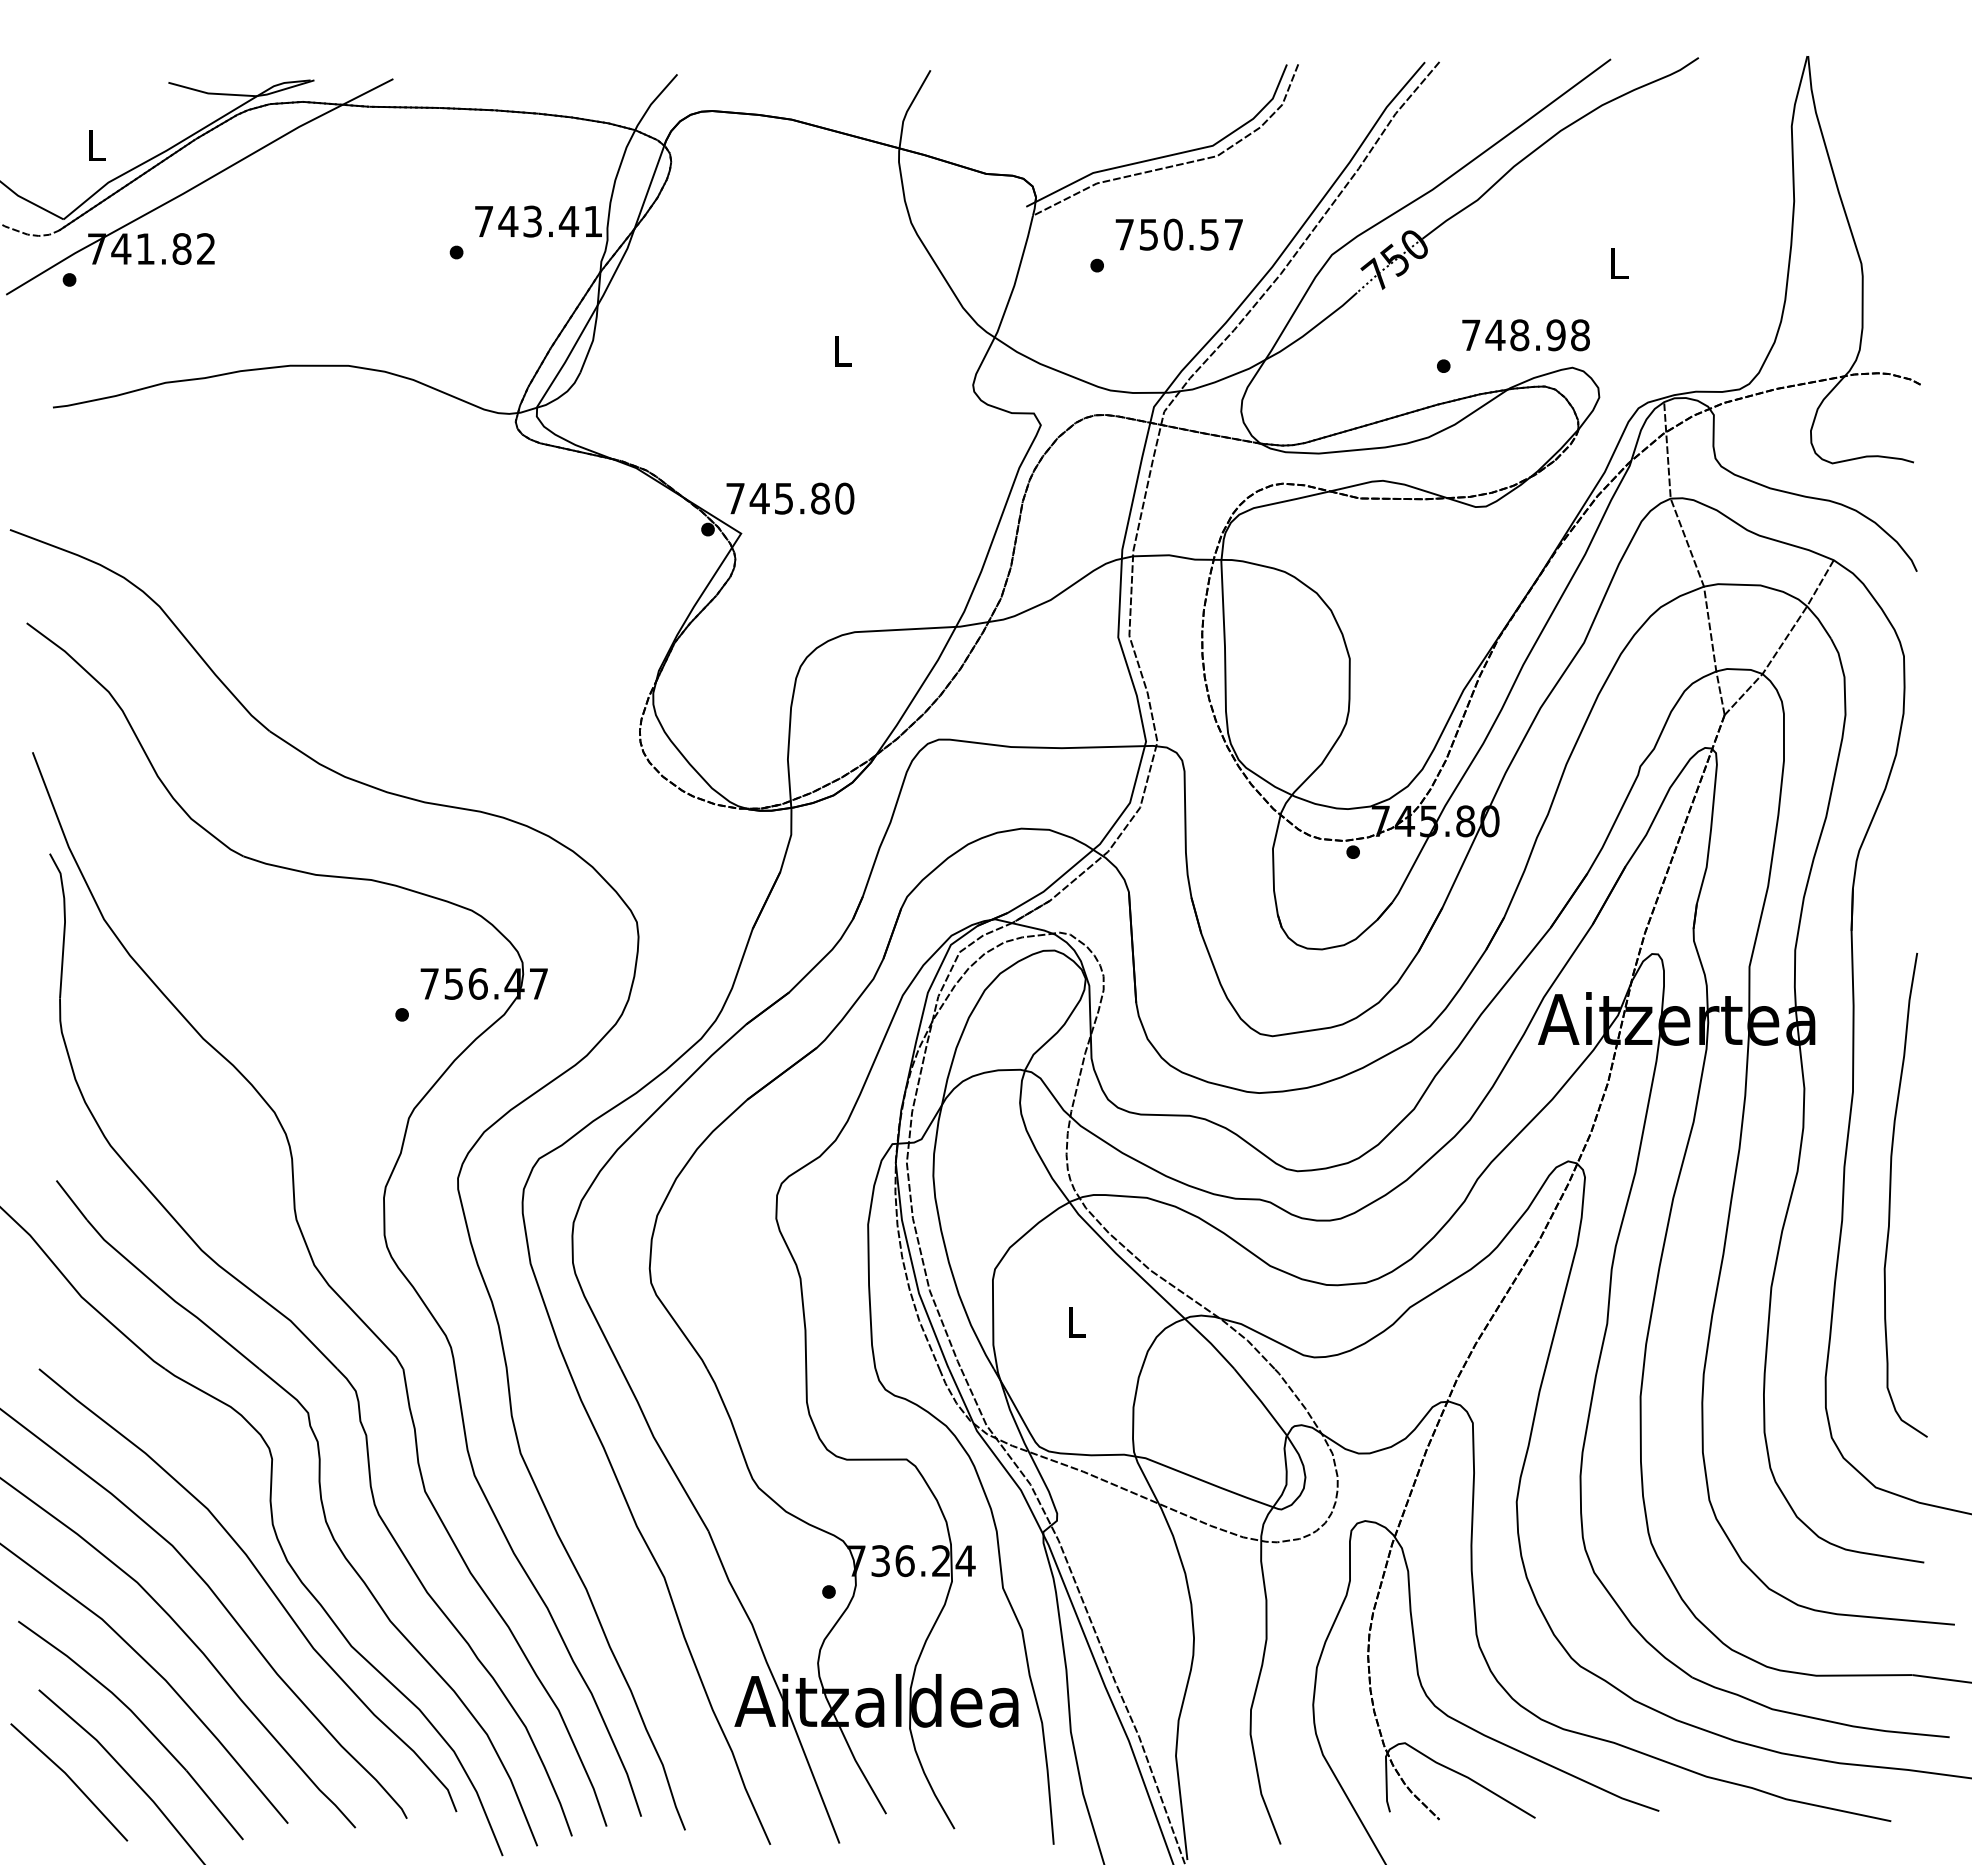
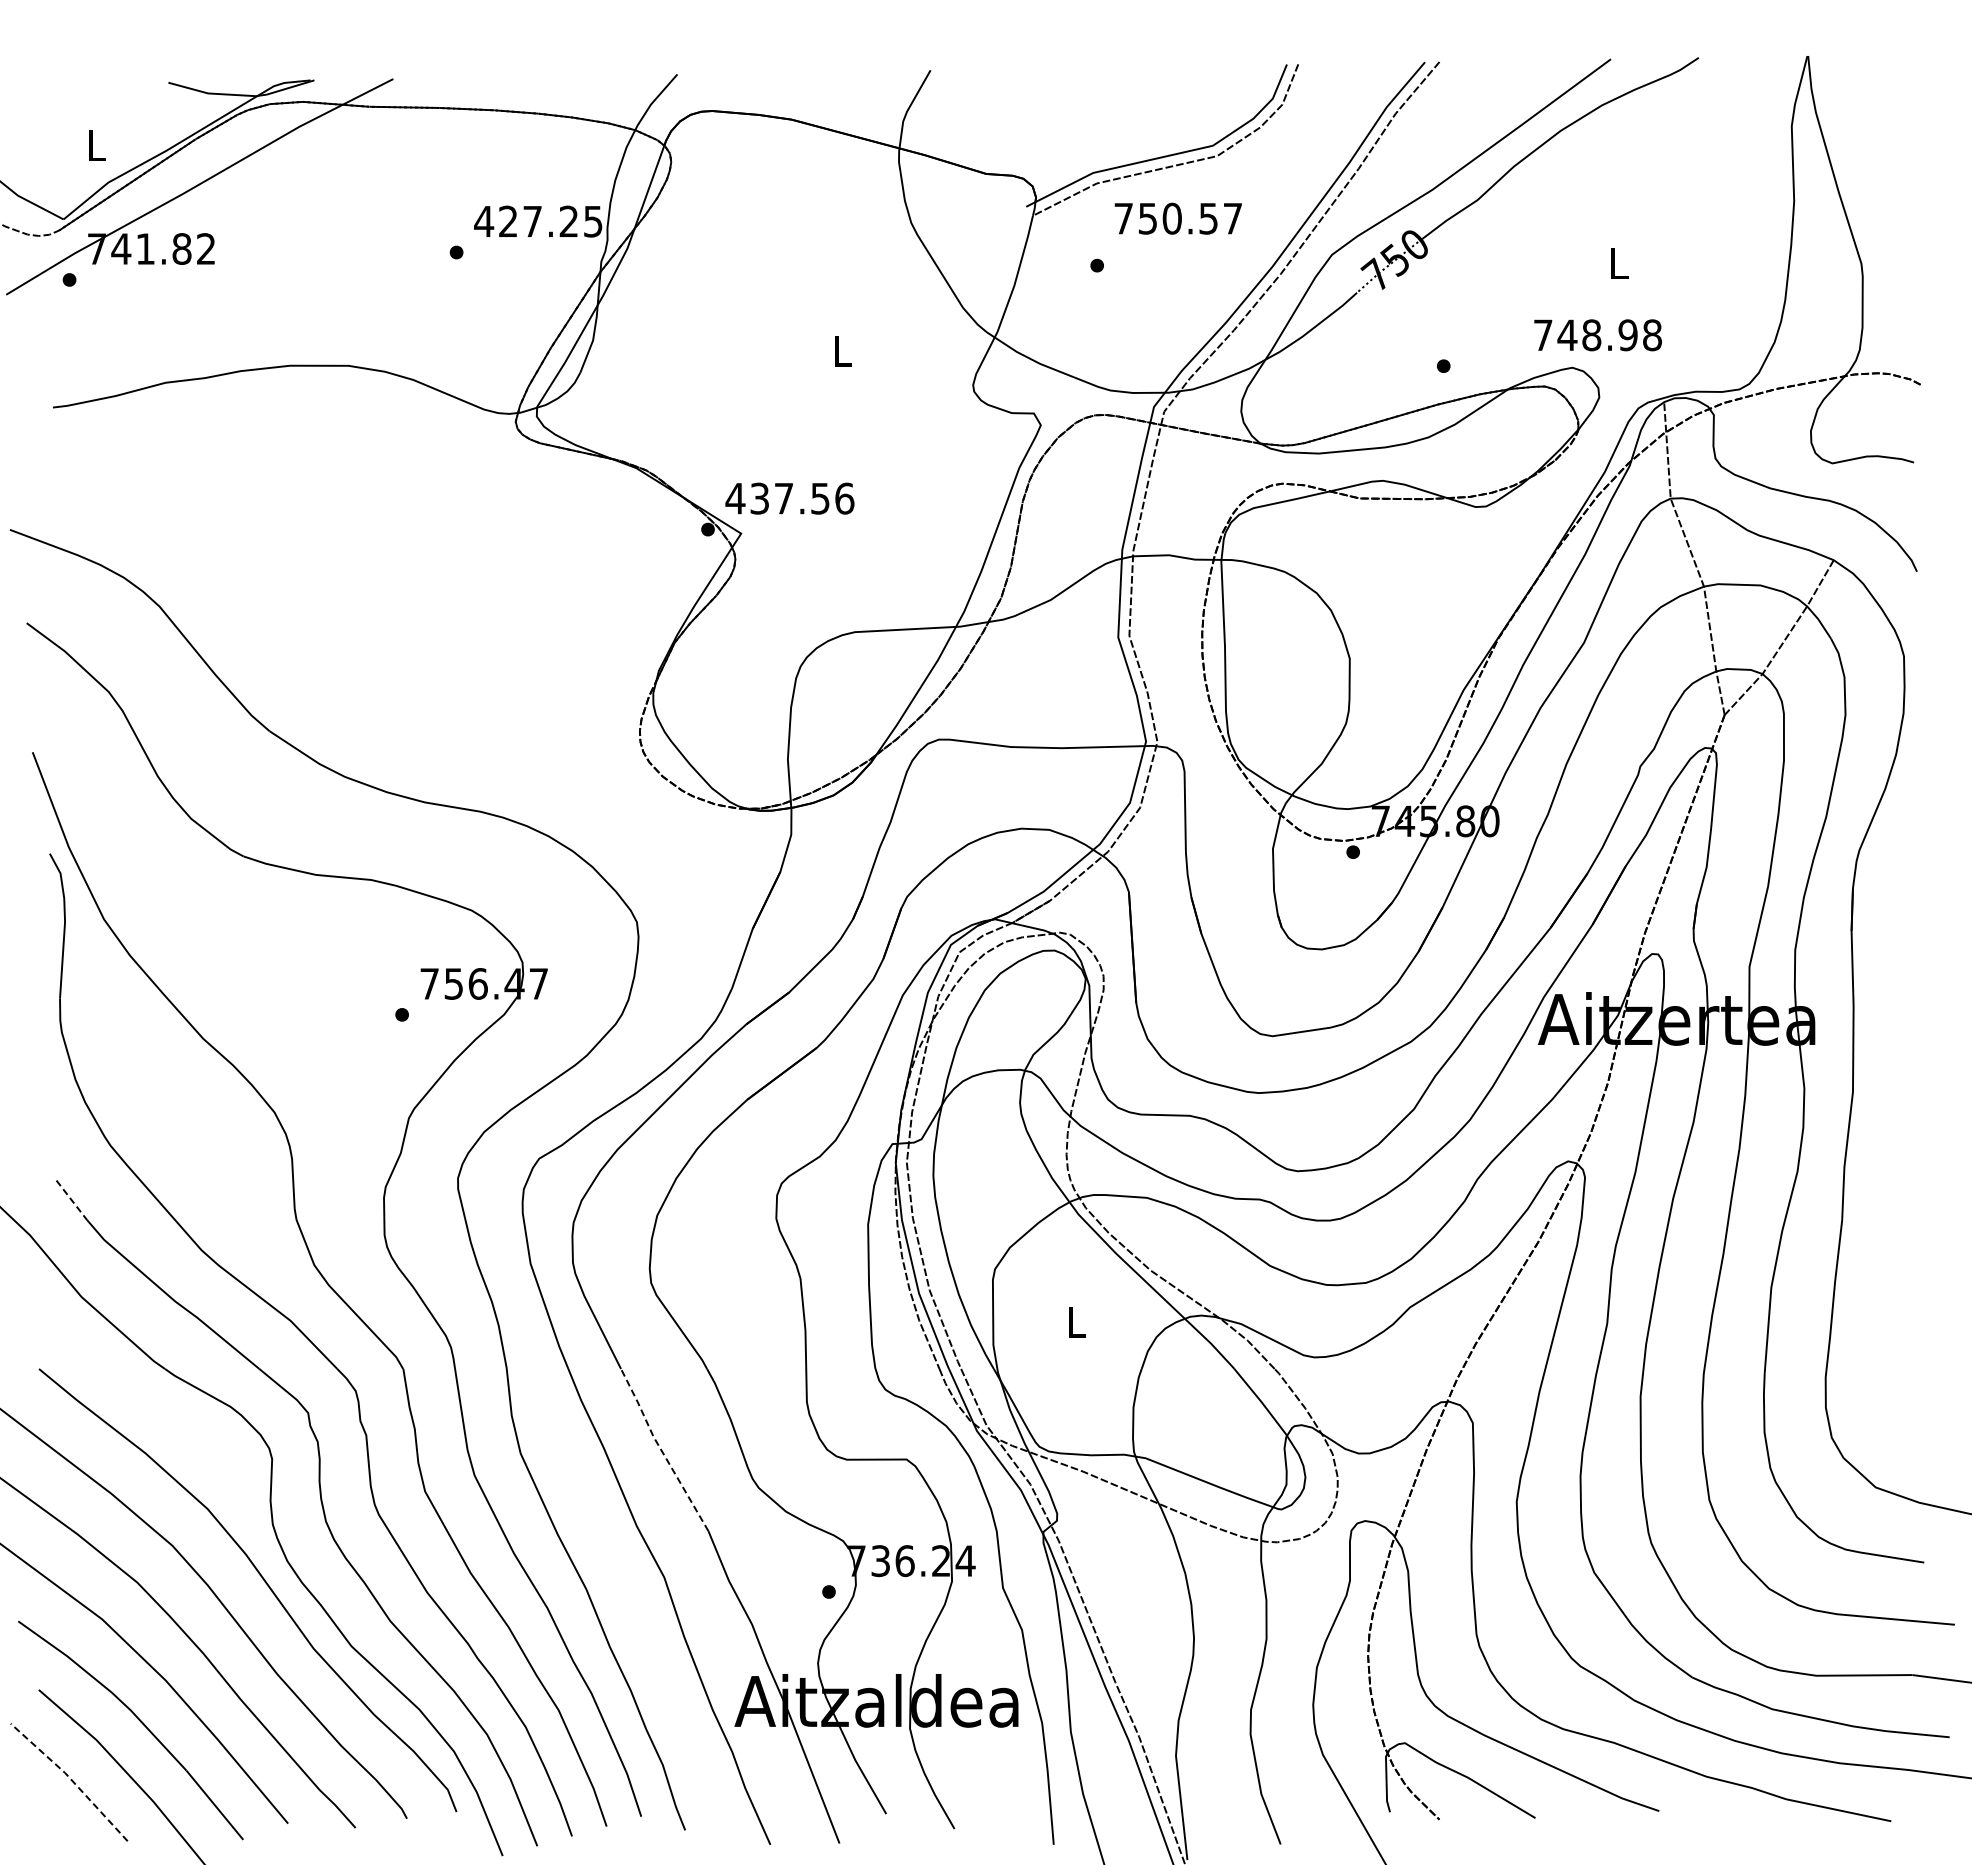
text at (538, 221): 743.41 -> 427.25
text at (1178, 234) position: (1178, 234) -> (1177, 218)
text at (1525, 335) position: (1525, 335) -> (1597, 335)
text at (789, 498): 745.80 -> 437.56
part at (1891, 1189): present -> none
line at (72, 1200): solid -> dashed
line at (661, 1450): solid -> dashed
line at (71, 1779): solid -> dashed
